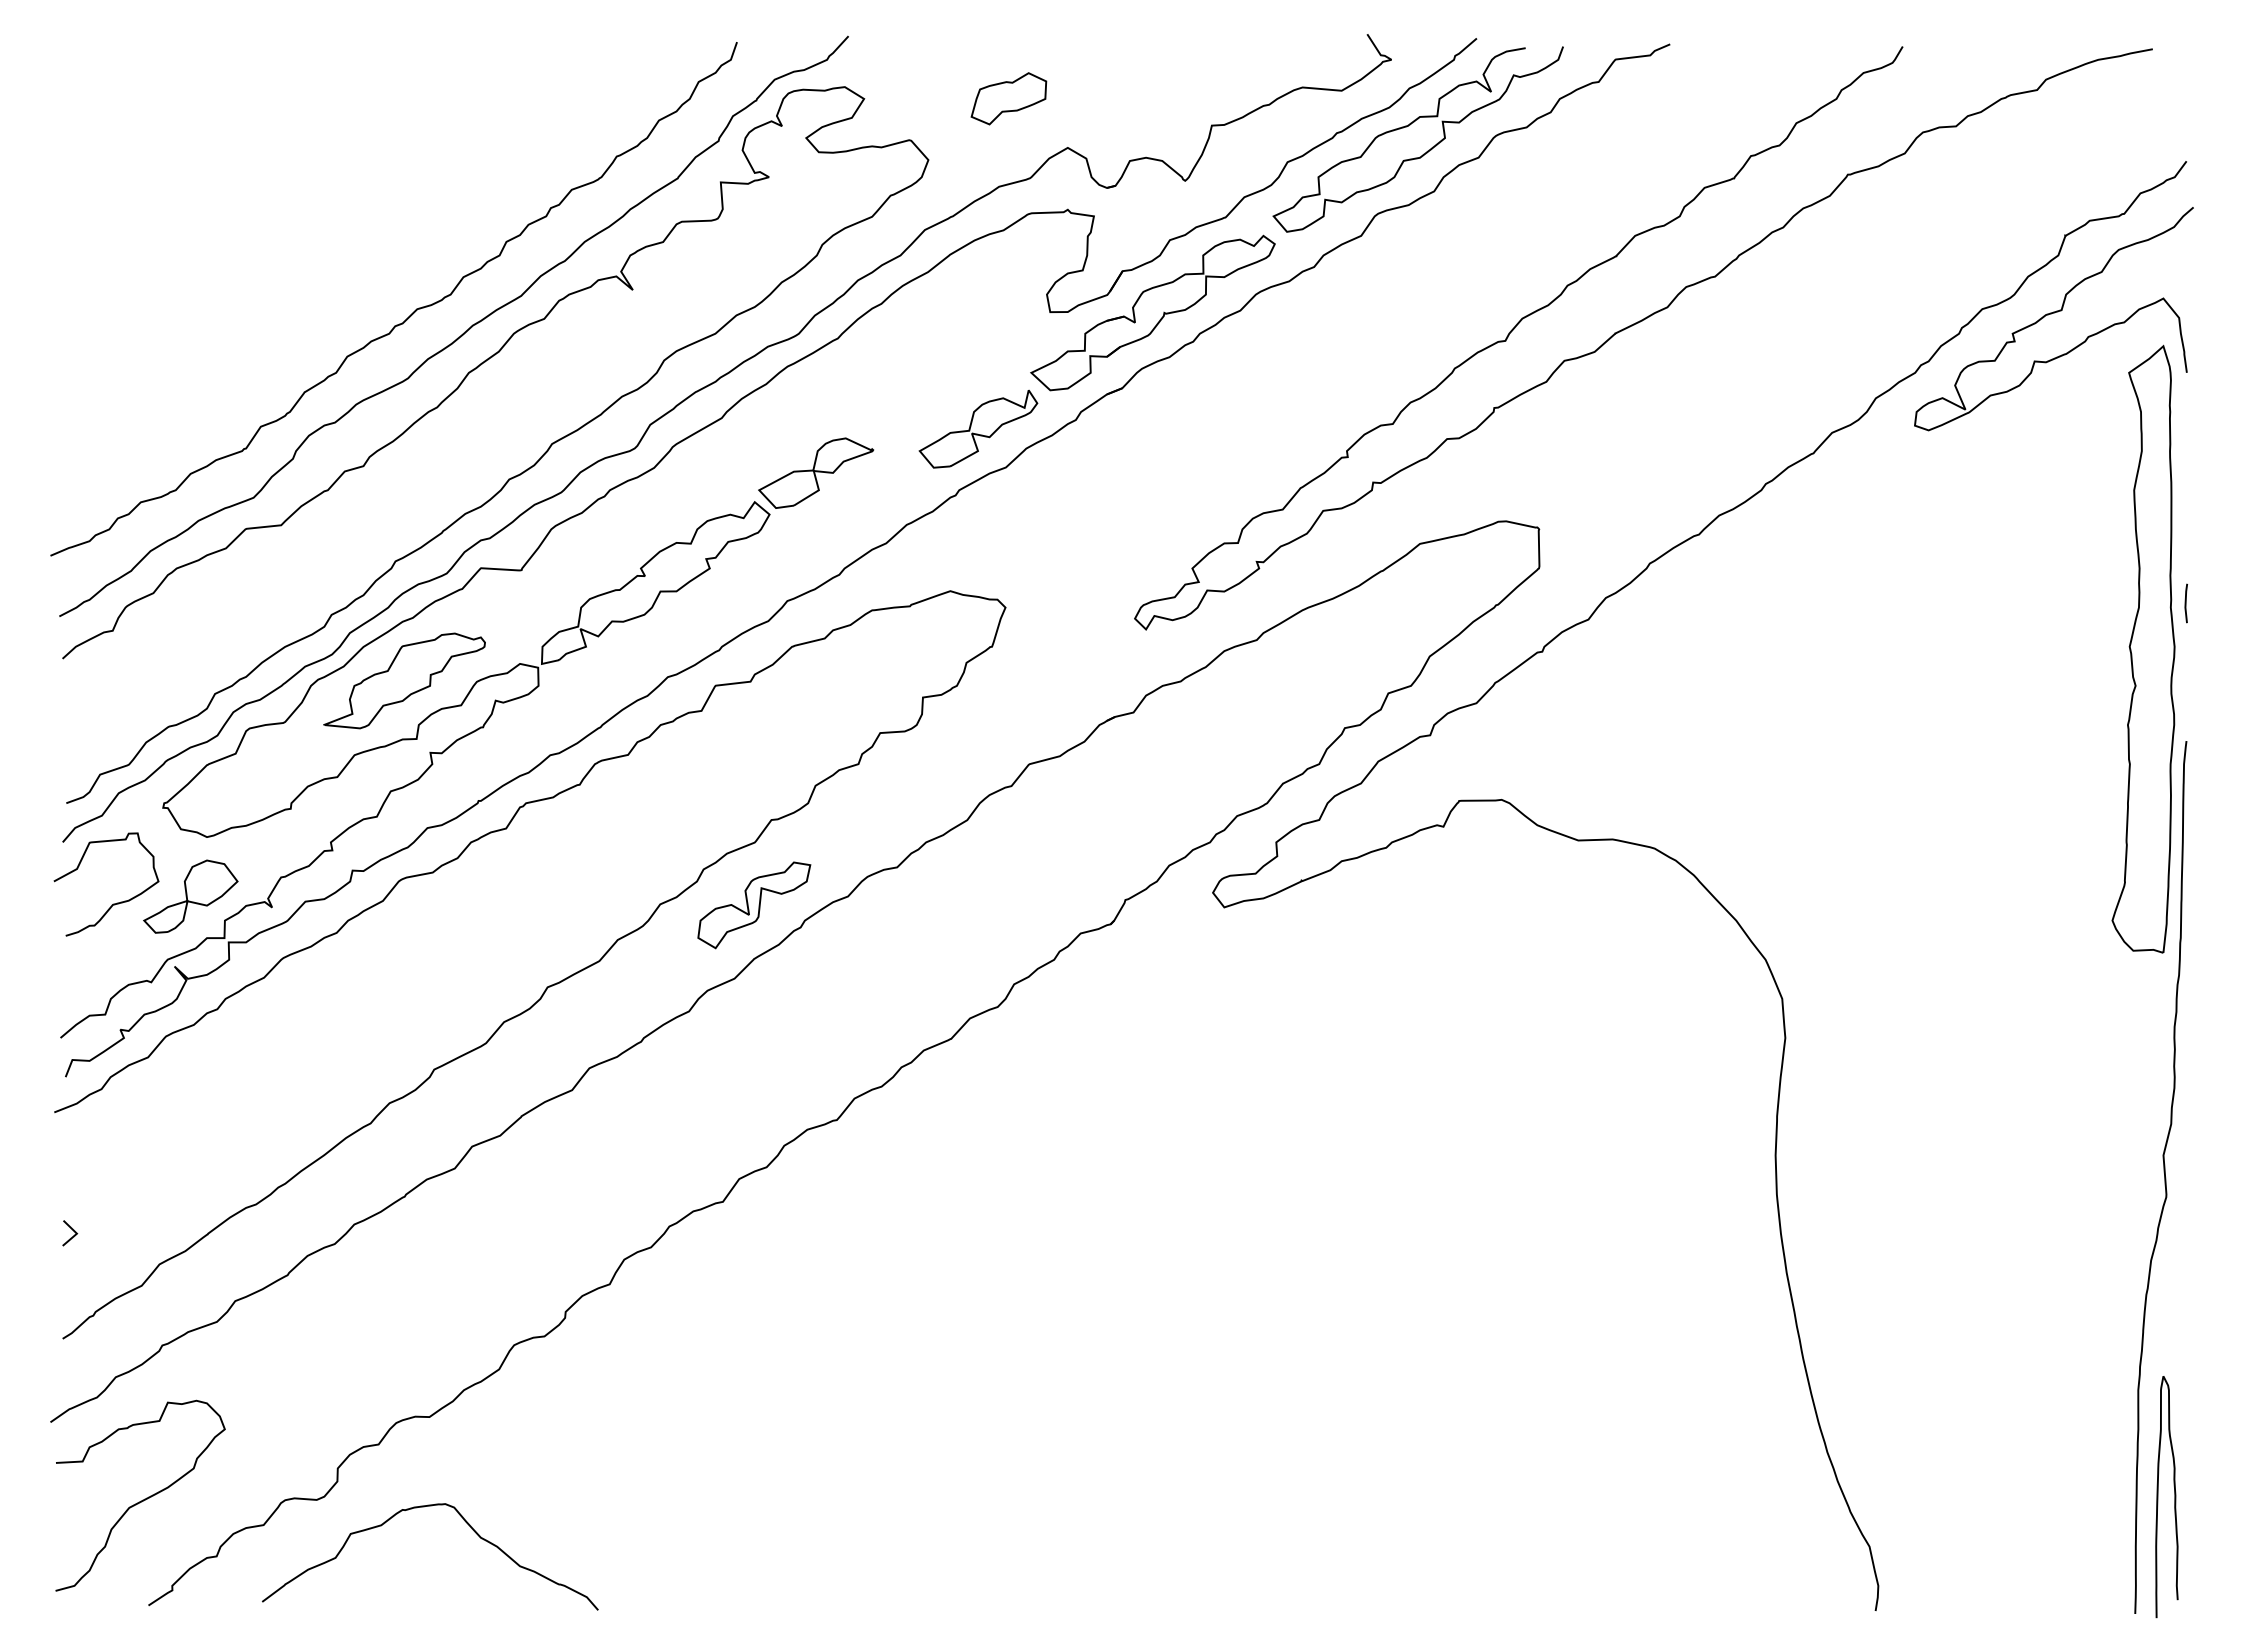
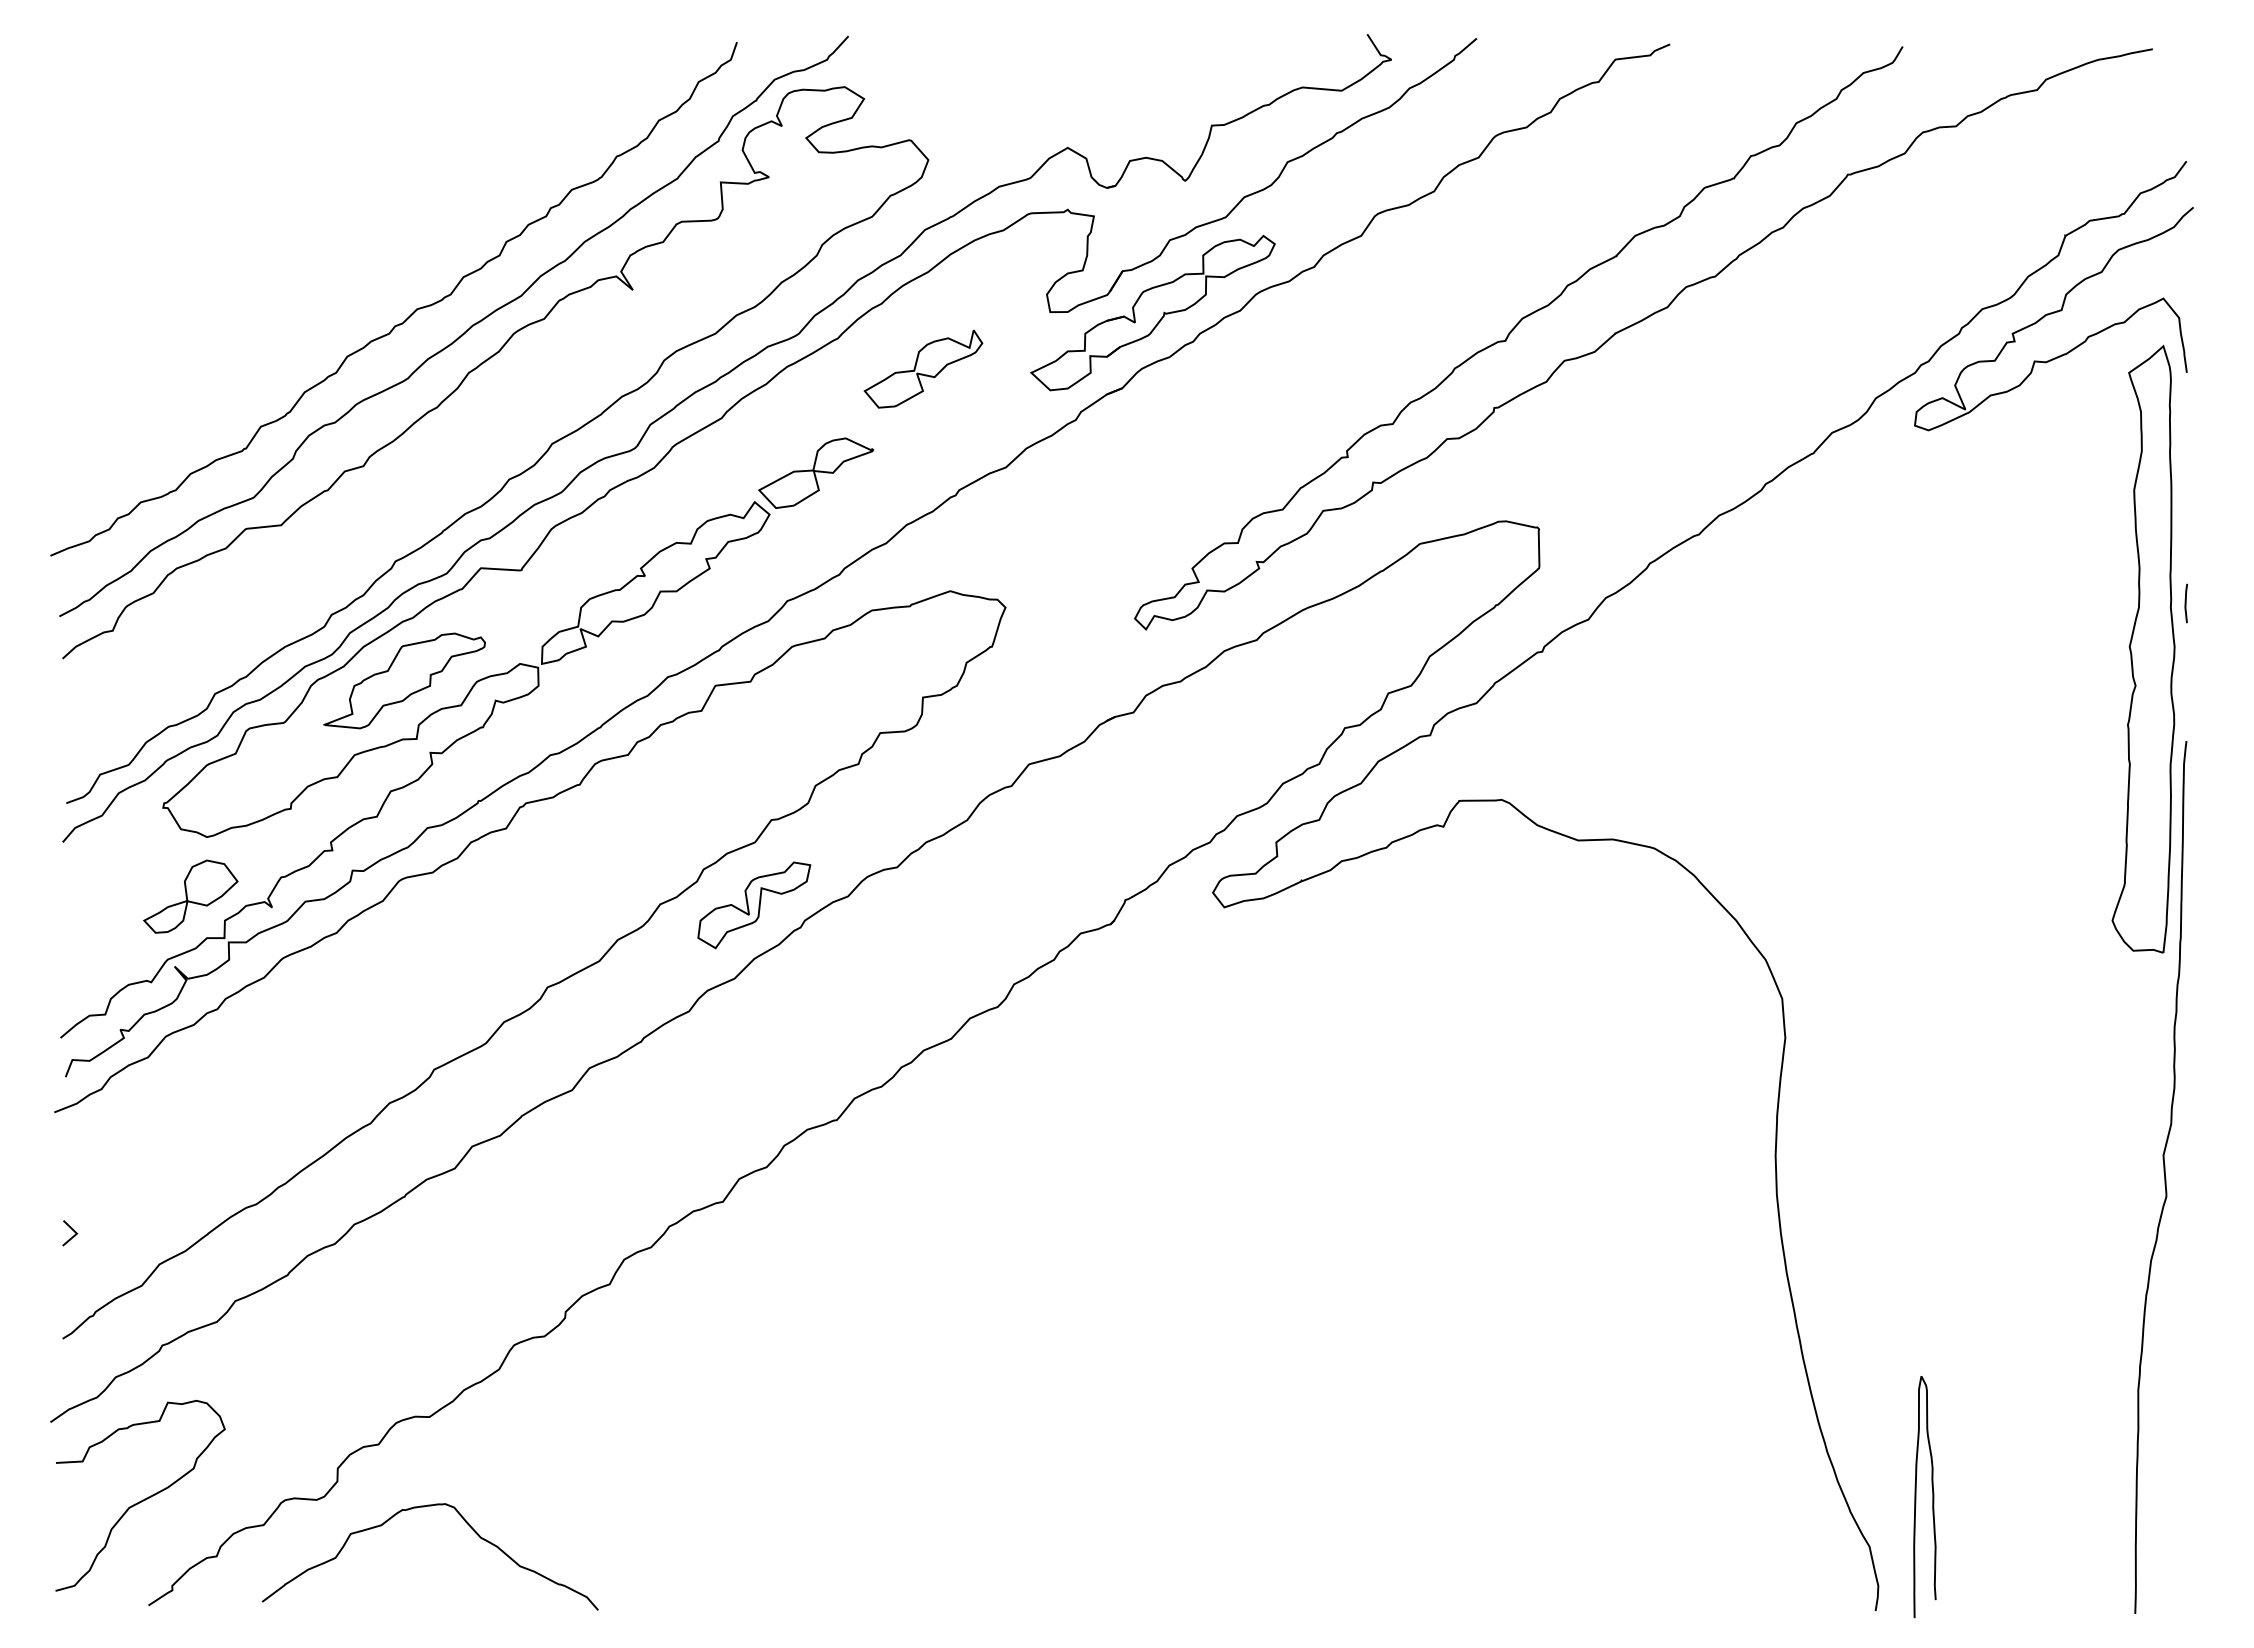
part at (1008, 98): present -> none
curve at (1427, 150): present -> none
part at (978, 428) position: (978, 428) -> (923, 368)
curve at (113, 903): present -> none
curve at (2158, 1497) position: (2158, 1497) -> (1916, 1497)
